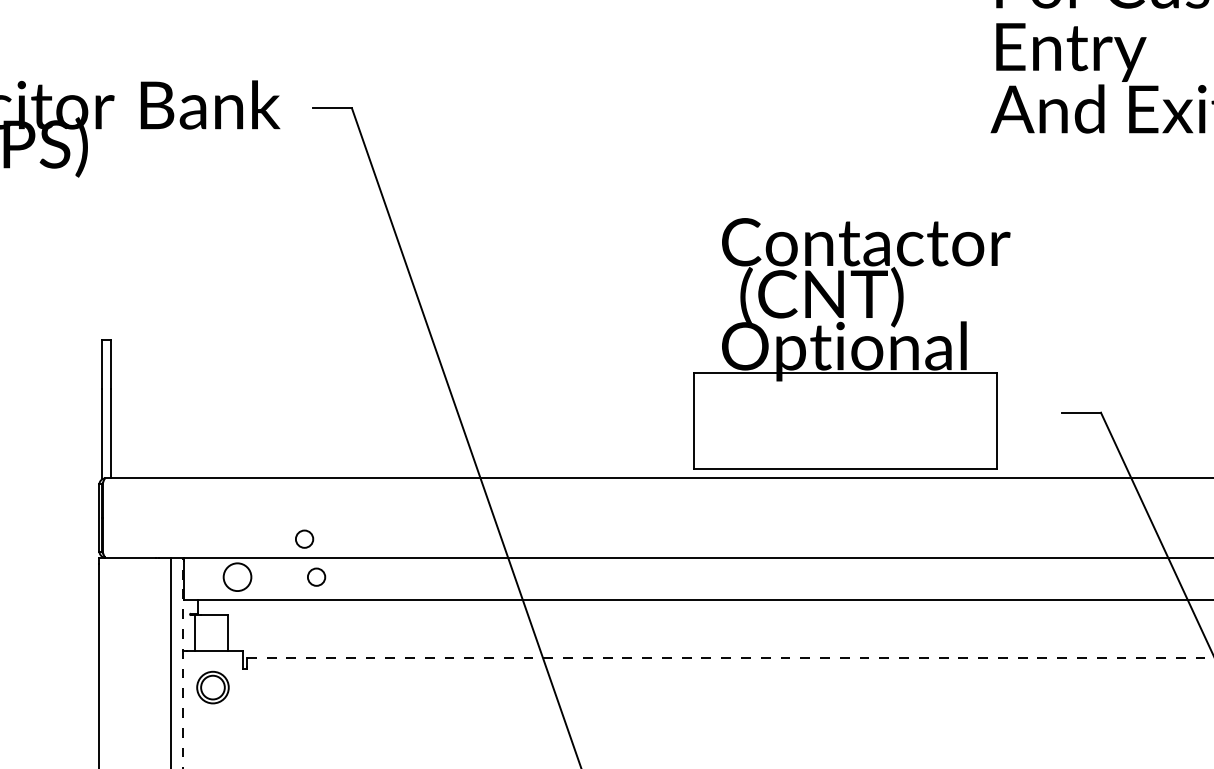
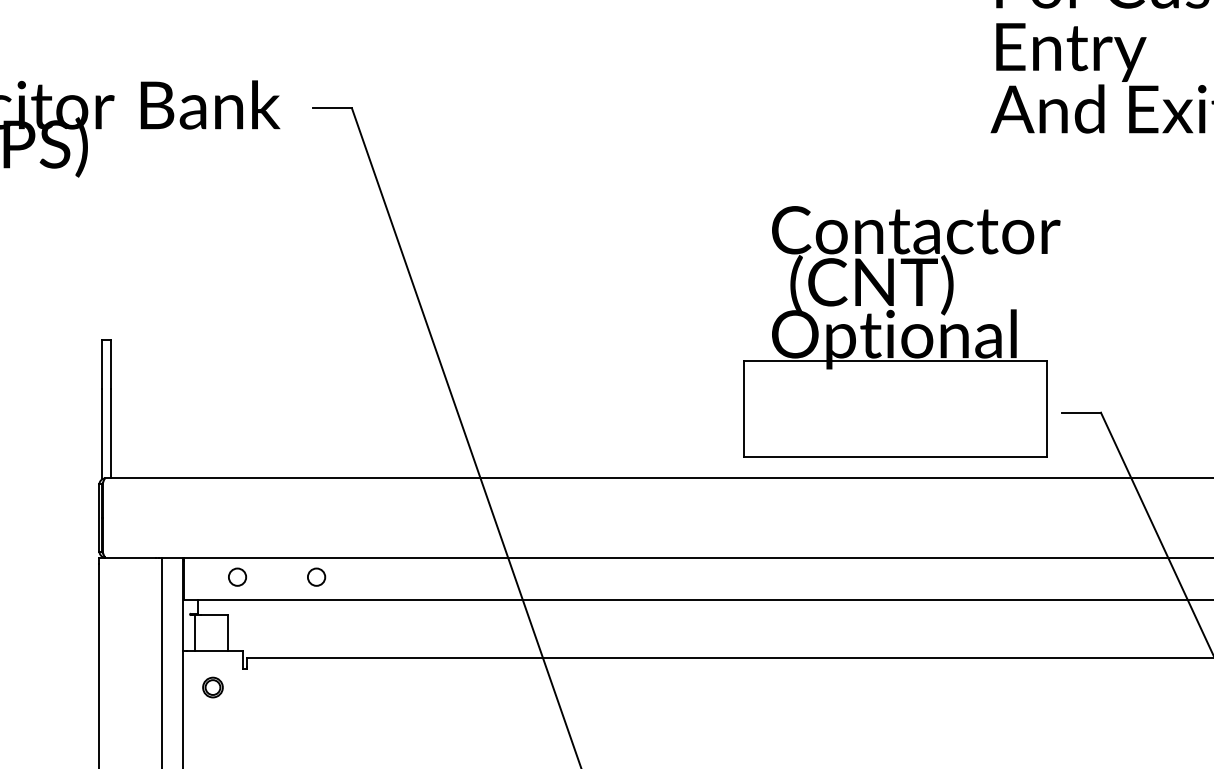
part at (851, 343) position: (851, 343) -> (901, 331)
circle at (304, 538): present -> none
circle at (237, 577) diameter: 28 px -> 17 px
line at (730, 657): dashed -> solid
line at (170, 661) position: (170, 661) -> (161, 661)
line at (183, 662): dashed -> solid
part at (212, 687) size: 34x35 px -> 22x23 px
